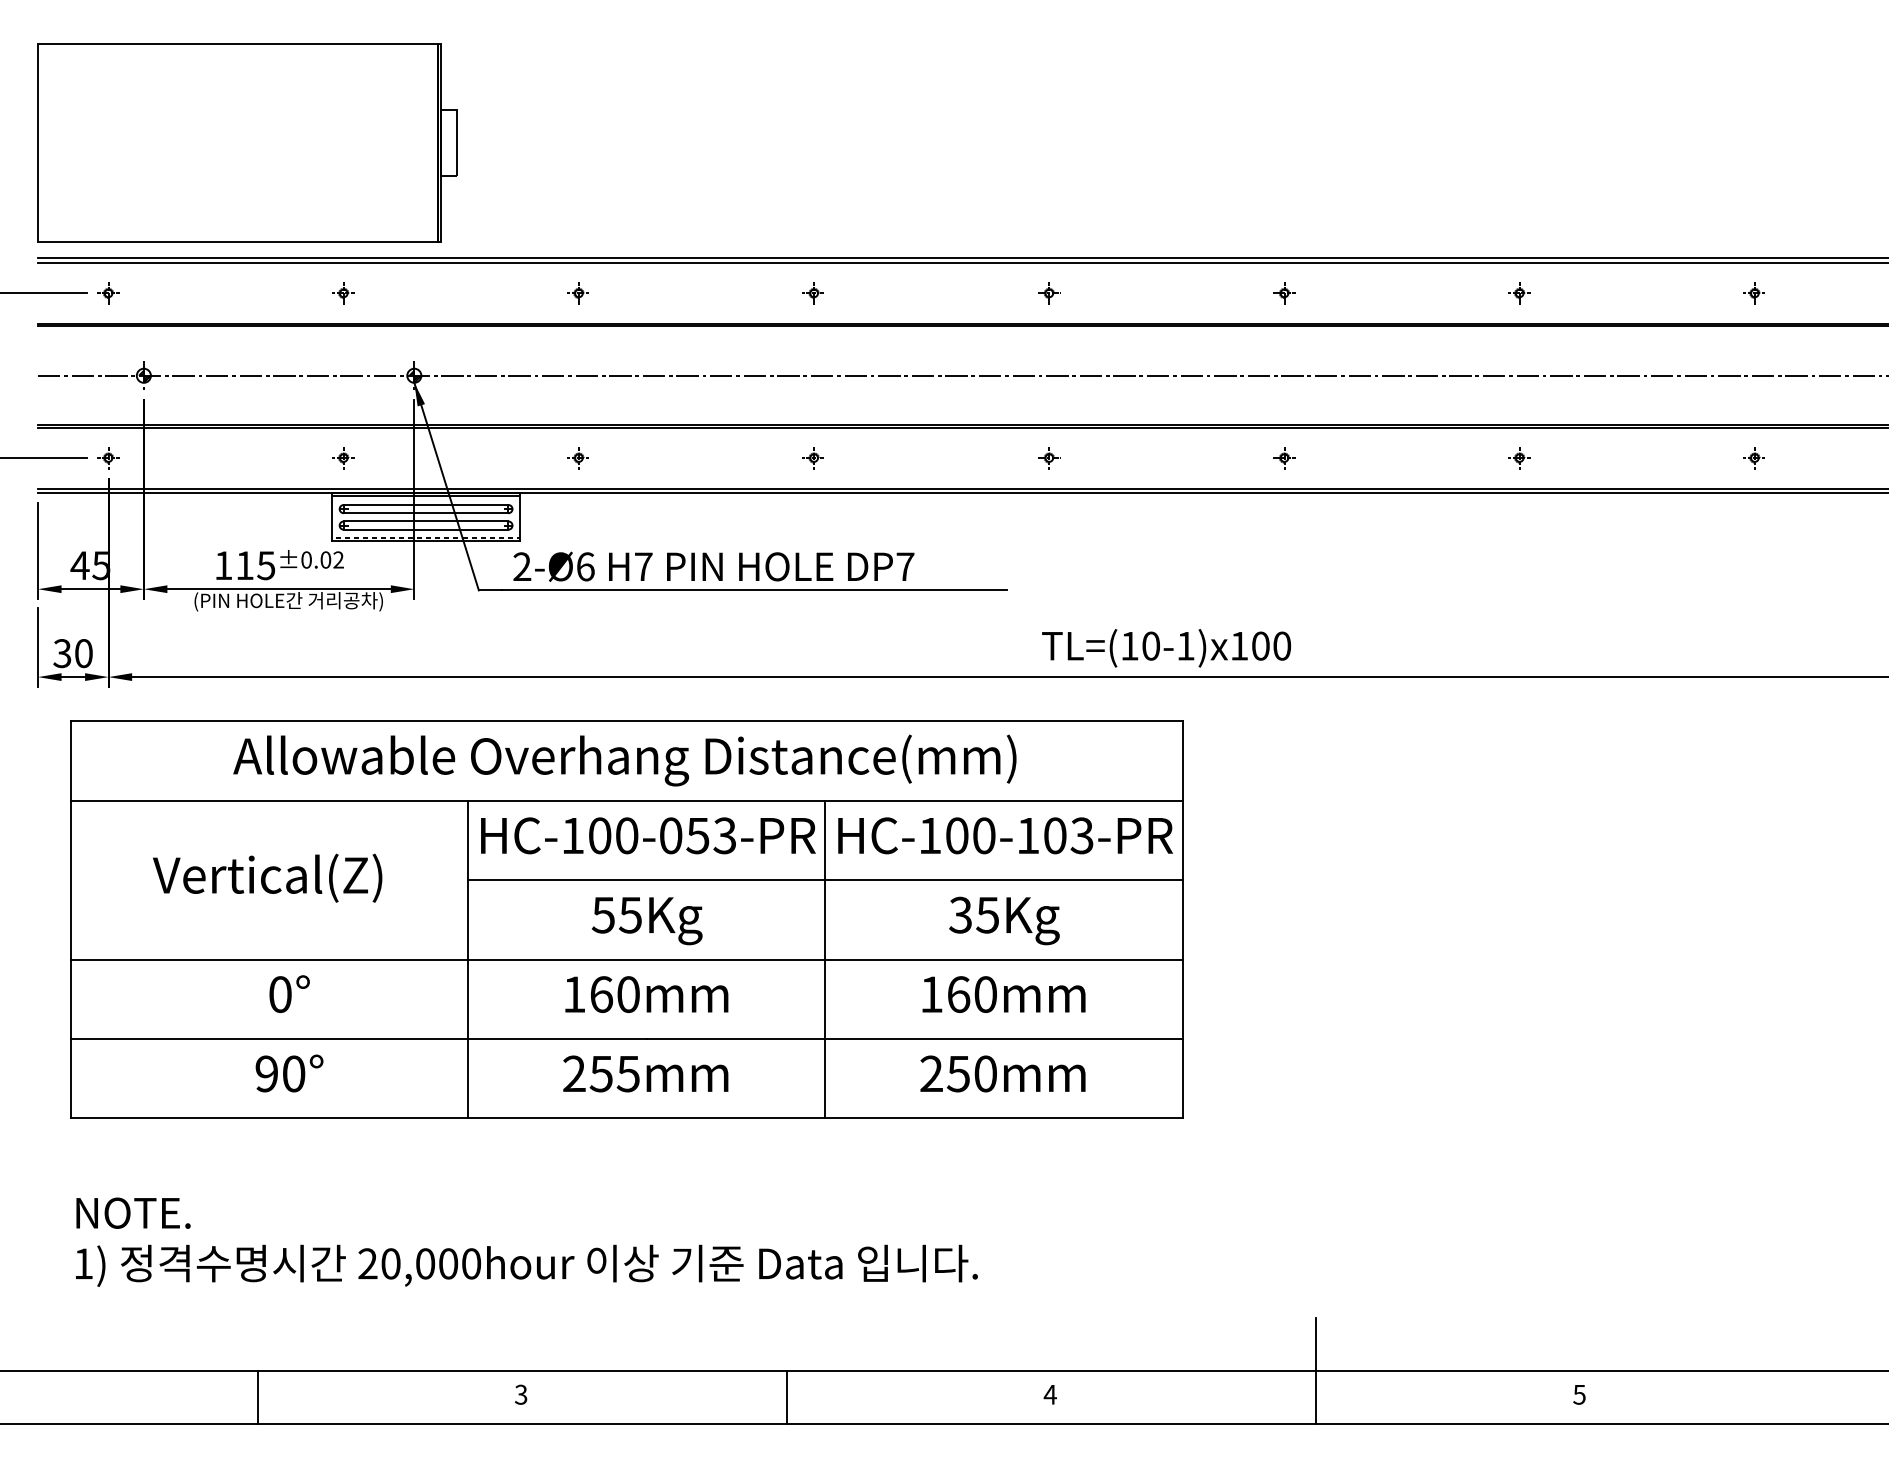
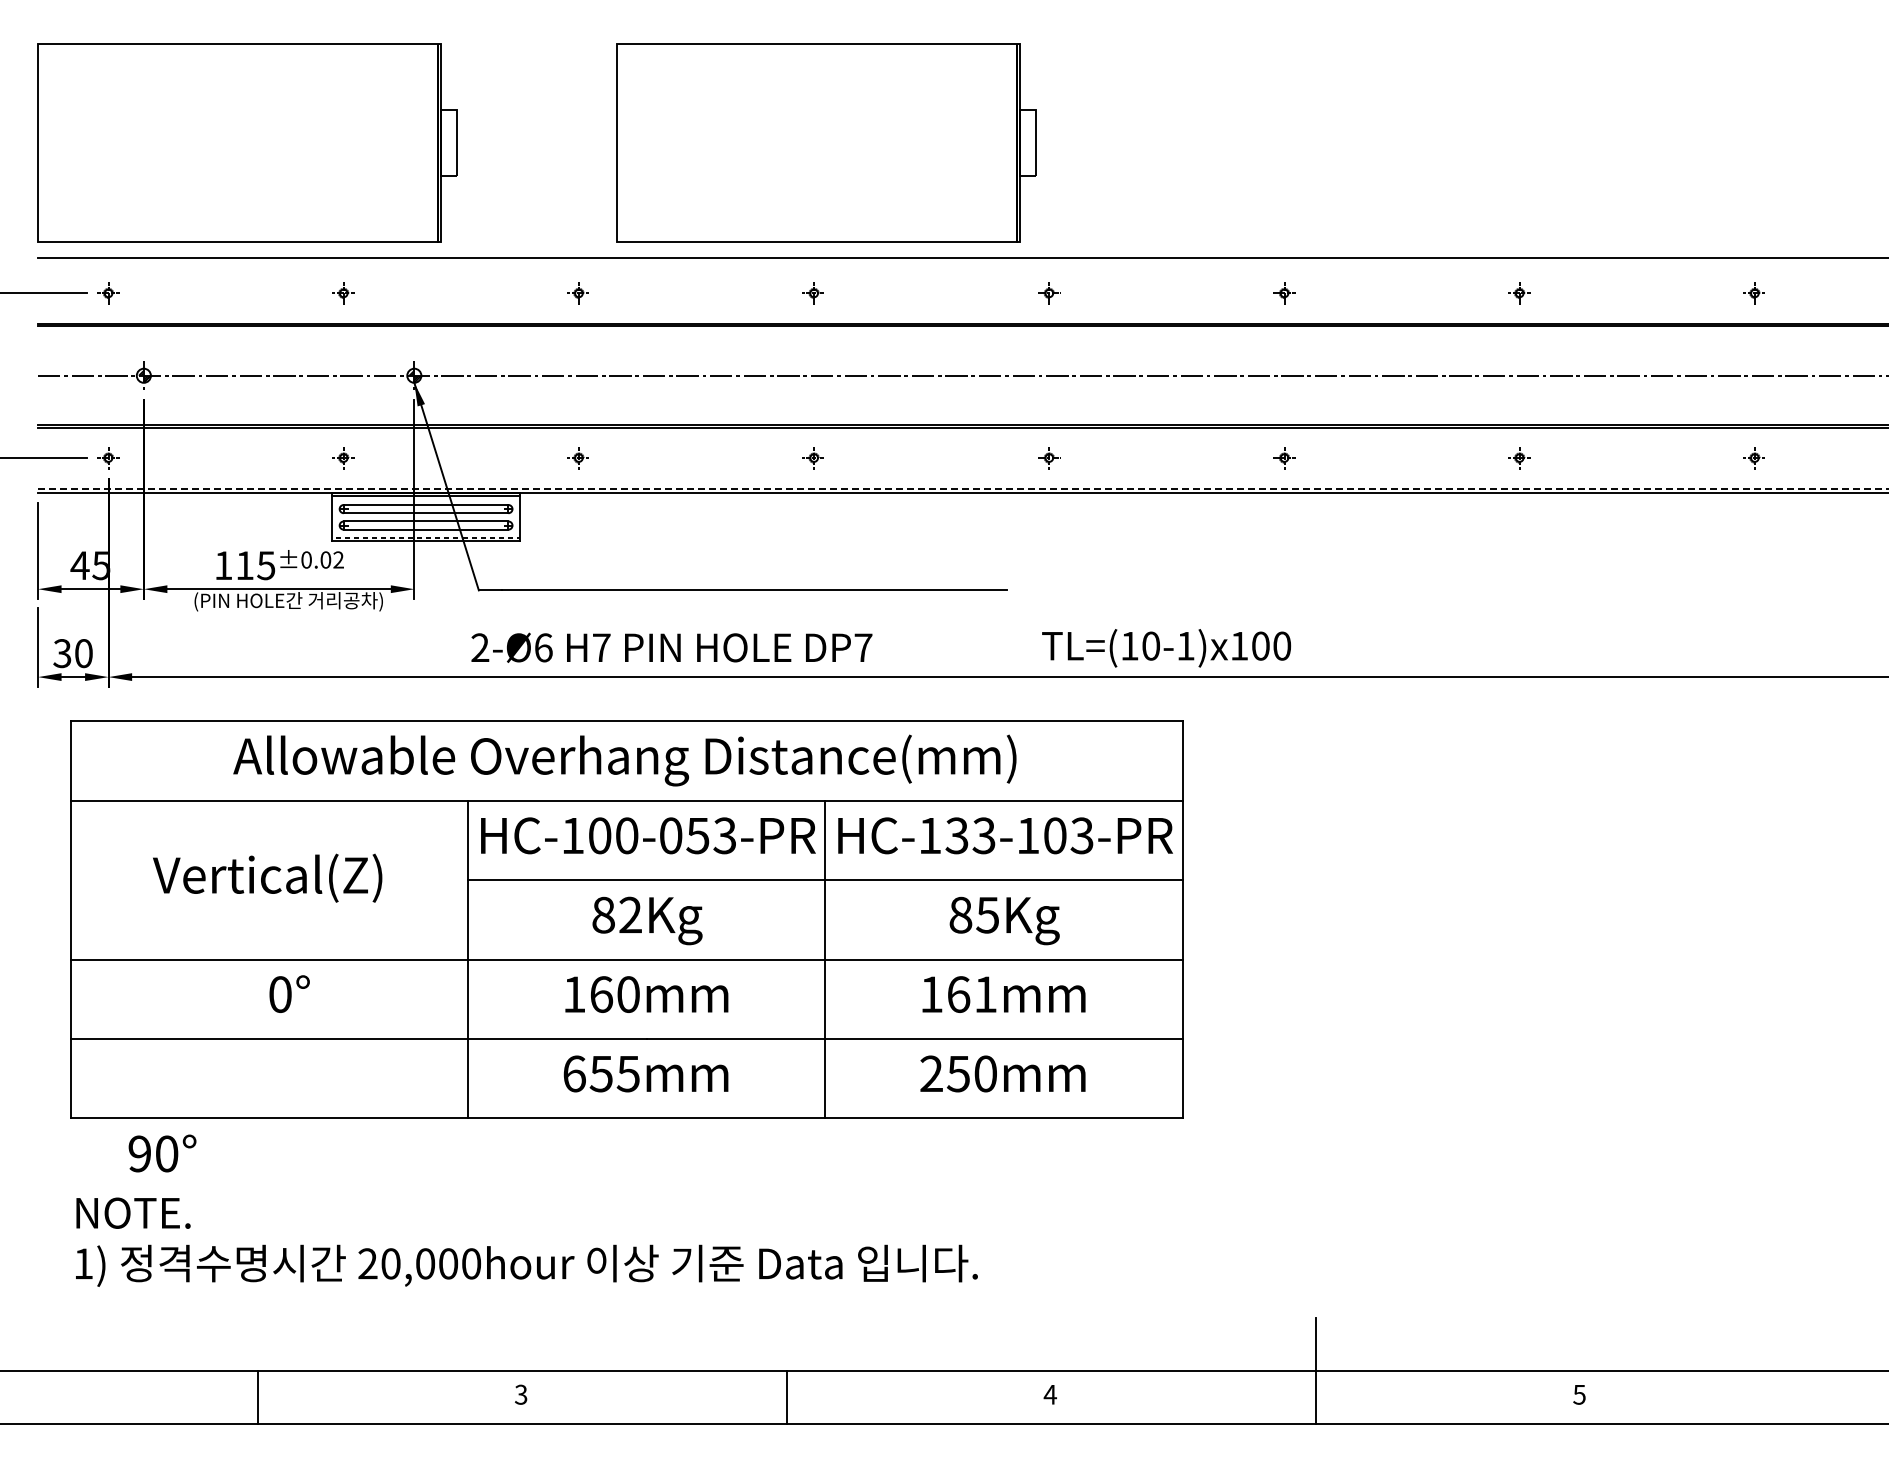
part at (826, 142): none -> present
line at (961, 262): present -> none
line at (963, 488): solid -> dashed
text at (713, 566) position: (713, 566) -> (671, 647)
text at (970, 835): HC-100-103-PR -> HC-133-103-PR
text at (616, 914): 55Kg -> 82Kg
text at (960, 914): 35Kg -> 85Kg
text at (985, 994): 160mm -> 161mm
text at (289, 1073) position: (289, 1073) -> (162, 1153)
text at (574, 1073): 255mm -> 655mm
